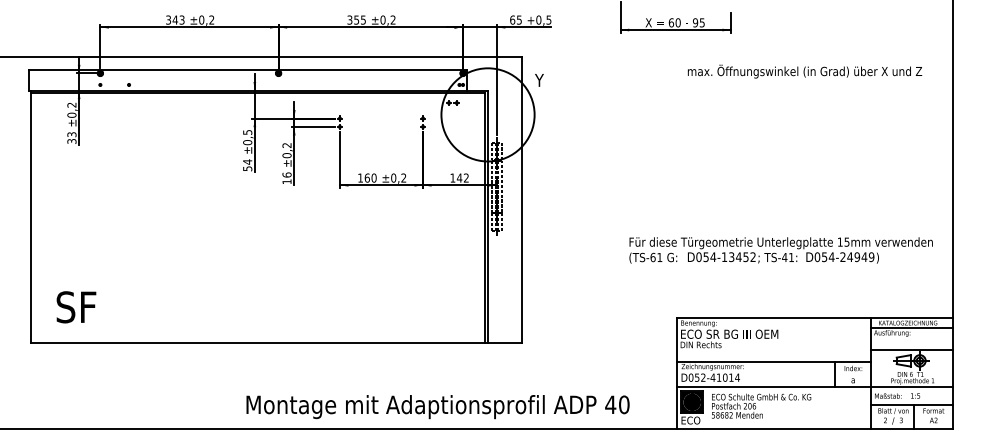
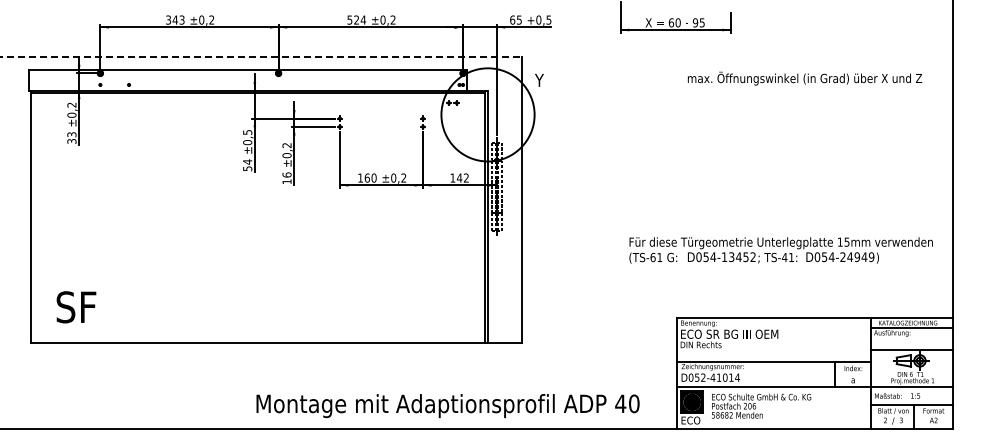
text at (356, 19): 355 -> 524
line at (261, 56): solid -> dashed
text at (805, 71) position: (805, 71) -> (805, 78)
text at (437, 407) position: (437, 407) -> (447, 406)
